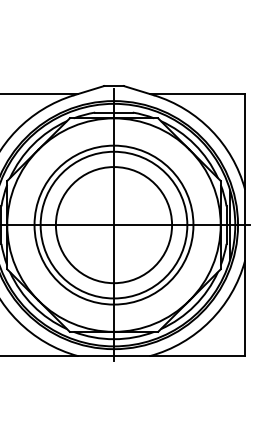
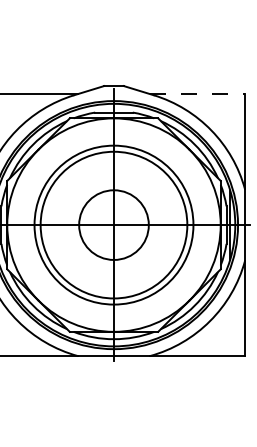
line at (198, 94): solid -> dashed
circle at (113, 225) diameter: 116 px -> 70 px
